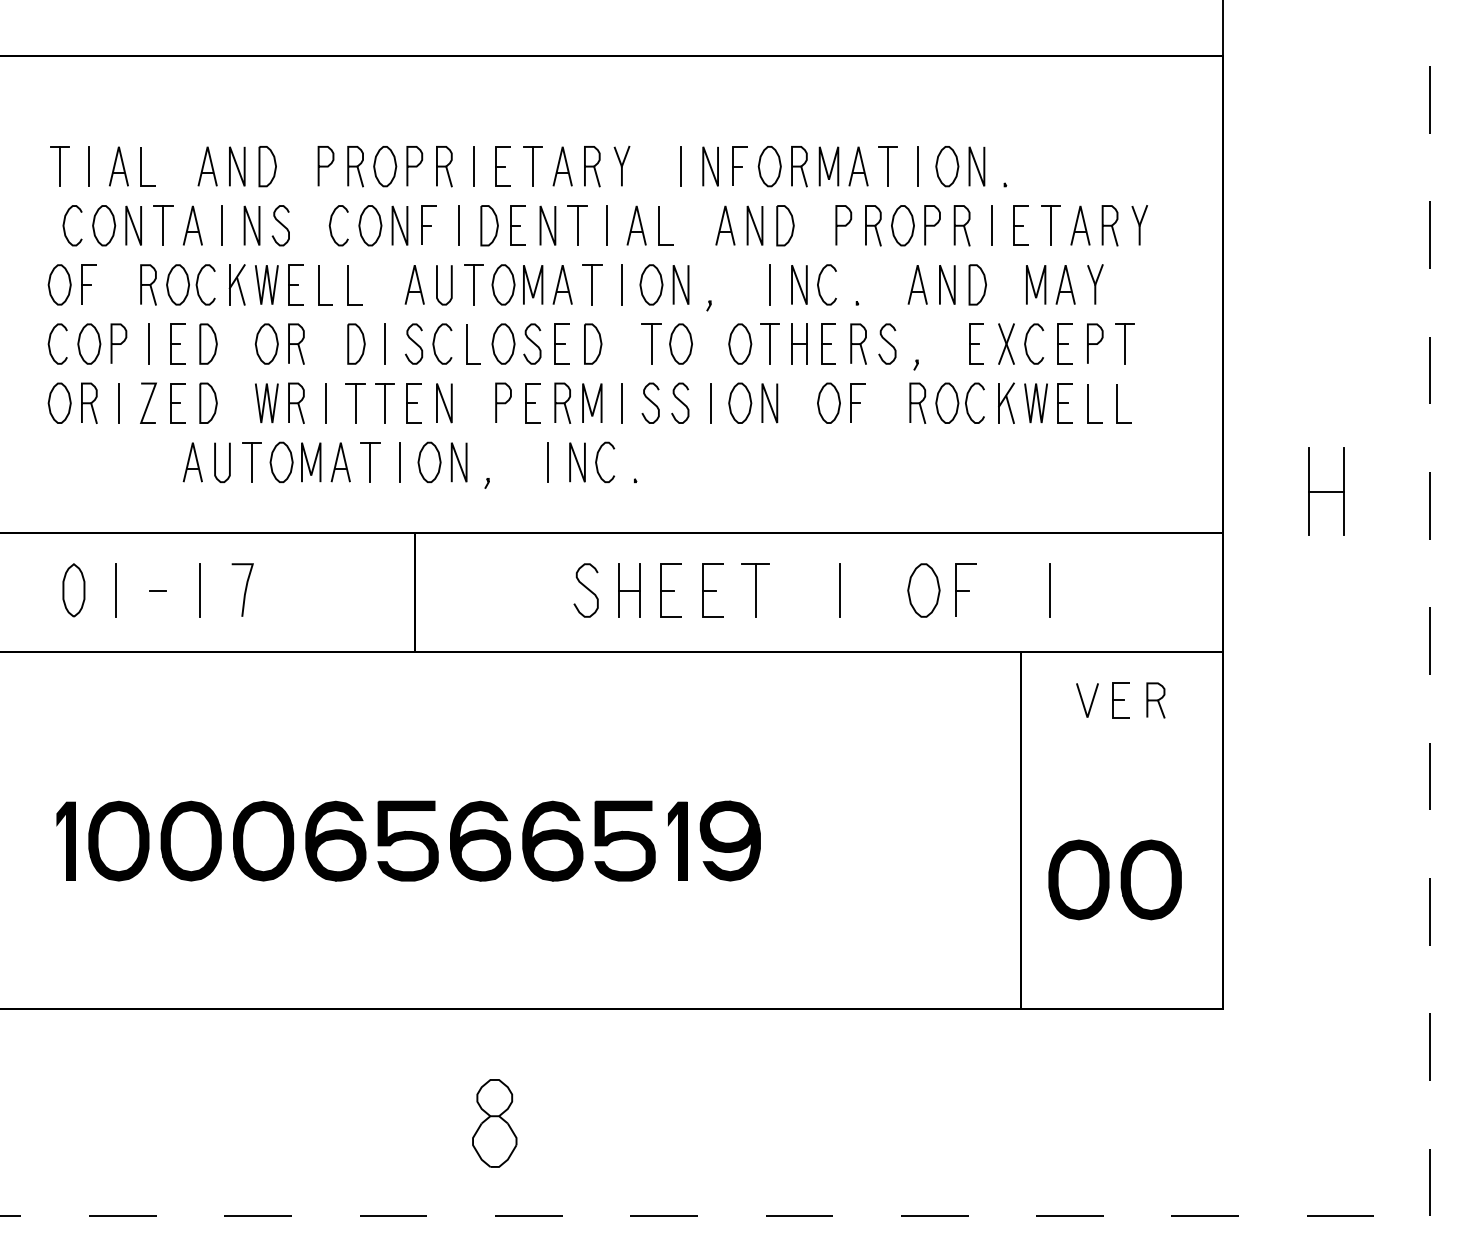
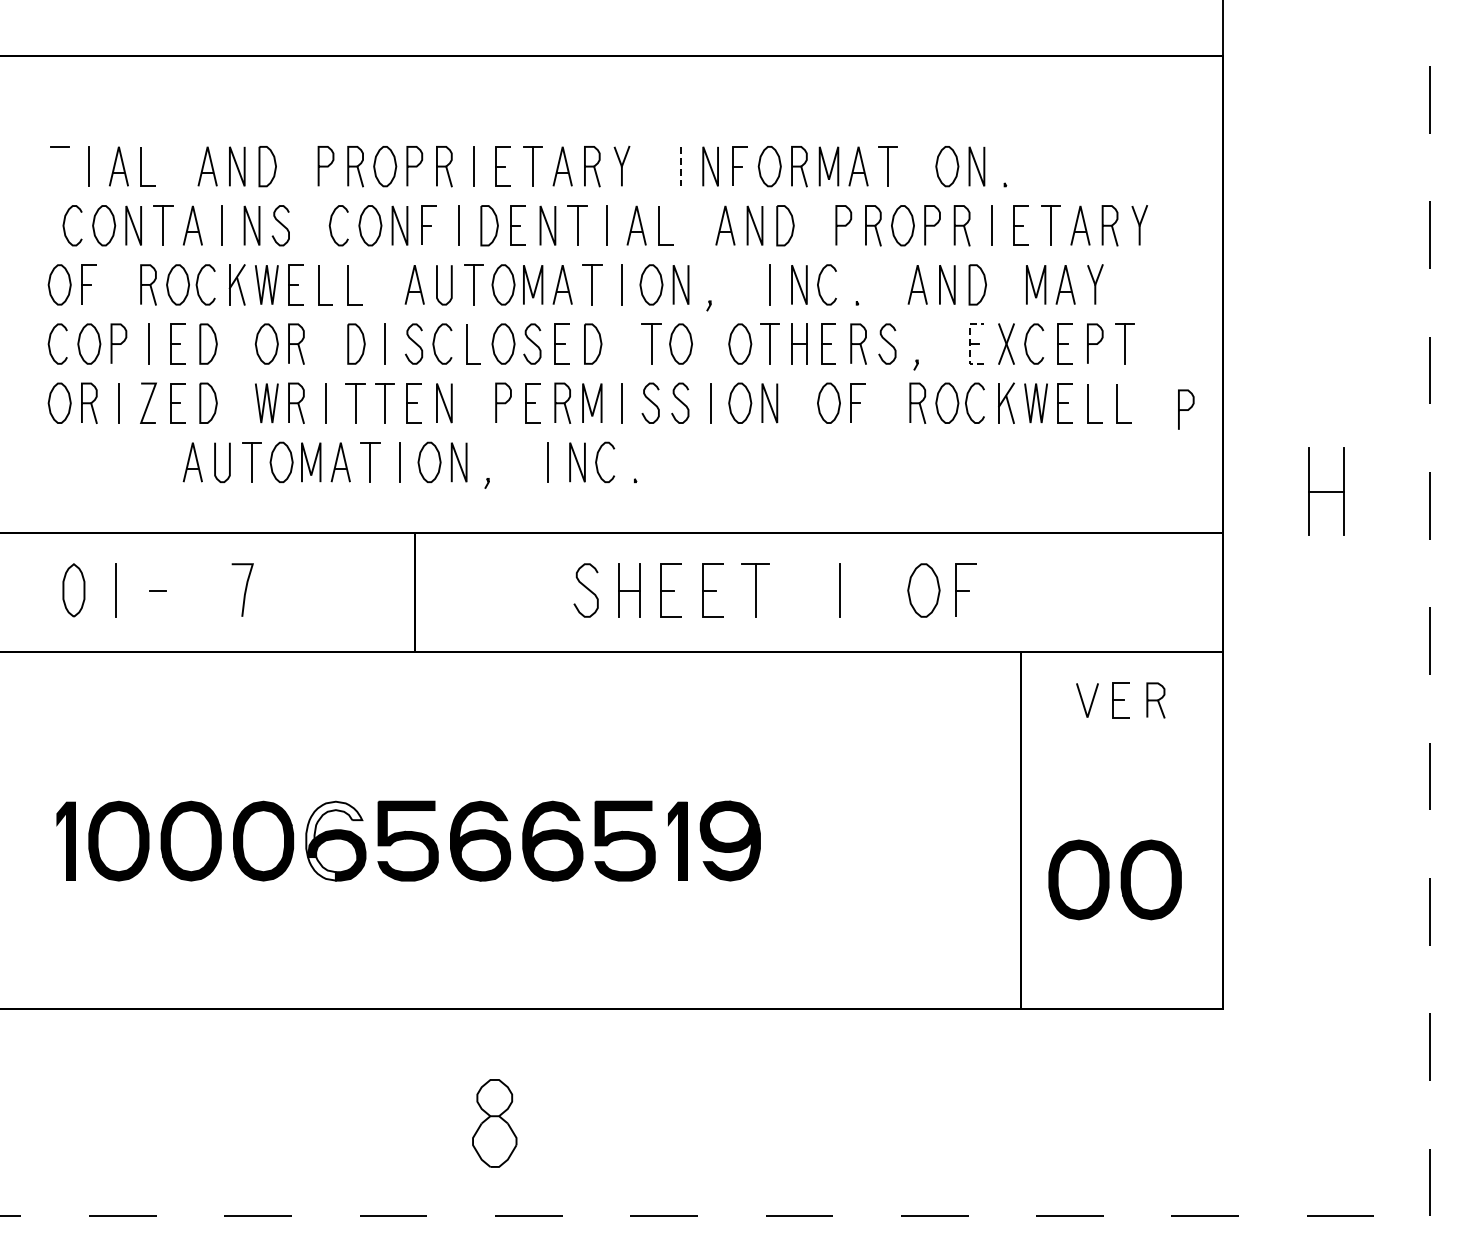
line at (59, 166): present -> none
line at (681, 166): solid -> dashed
line at (917, 166): present -> none
line at (969, 344): solid -> dashed
curve at (1186, 409): none -> present
line at (200, 590): present -> none
line at (1050, 590): present -> none
fill at (334, 840): present -> none
